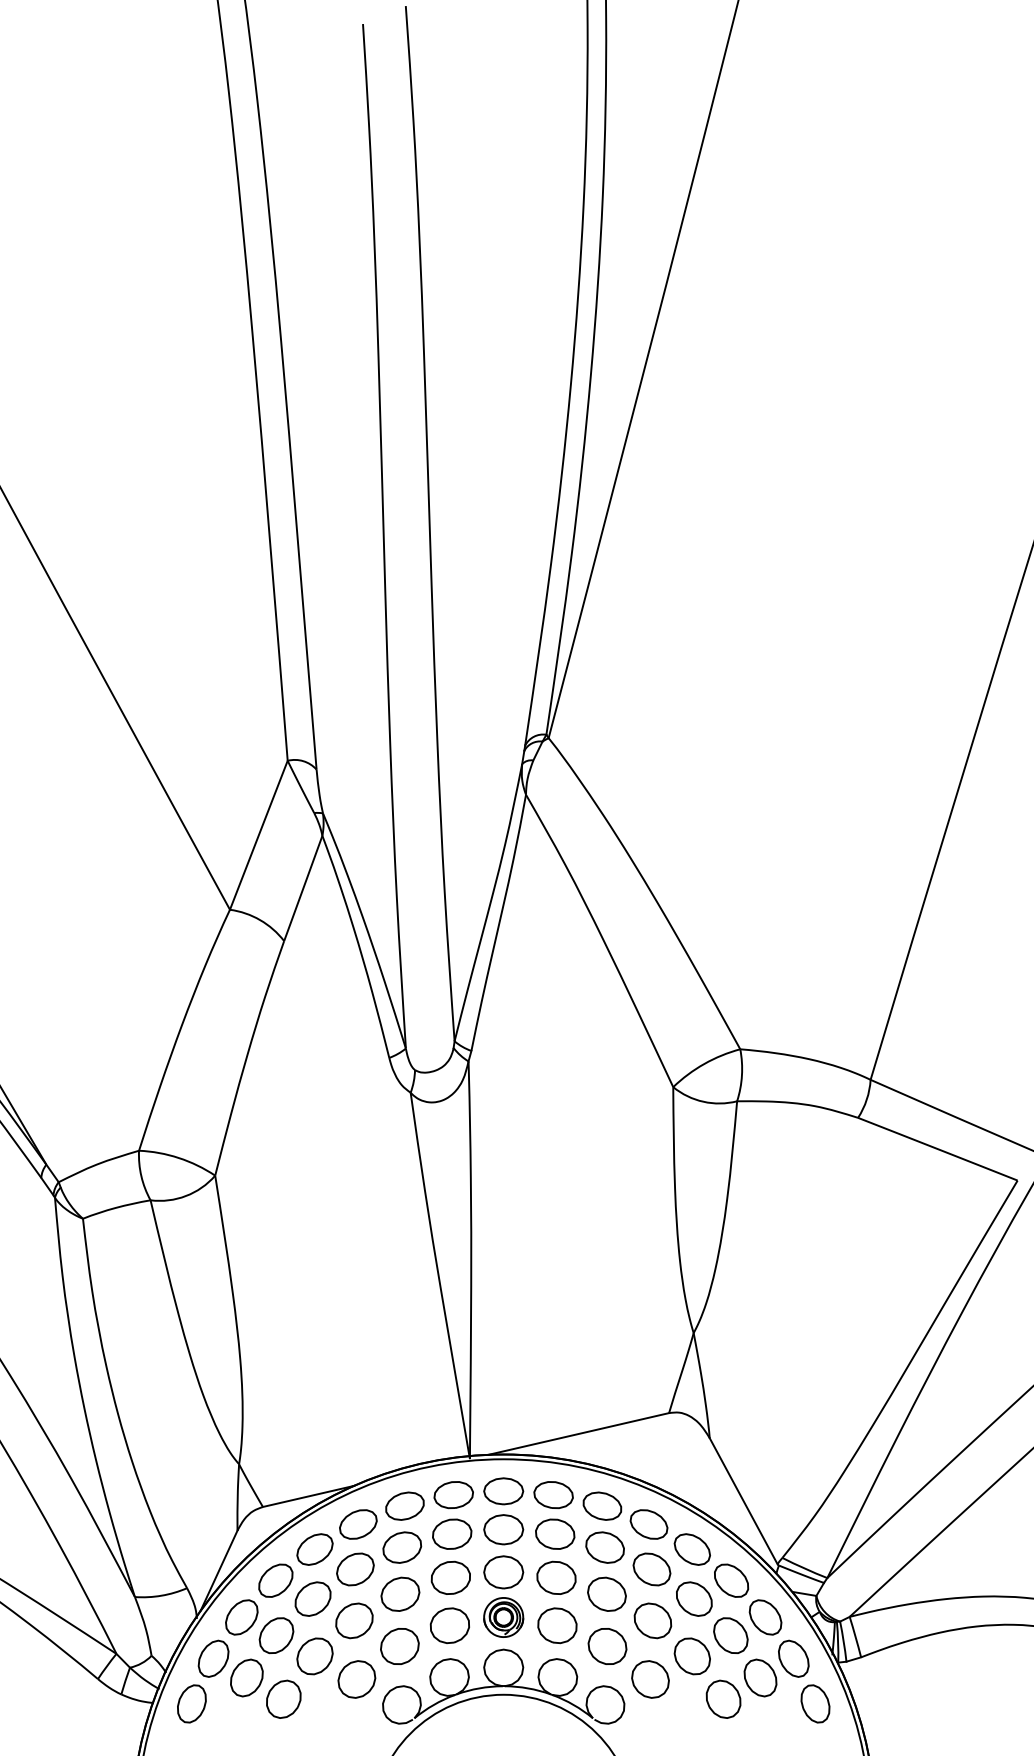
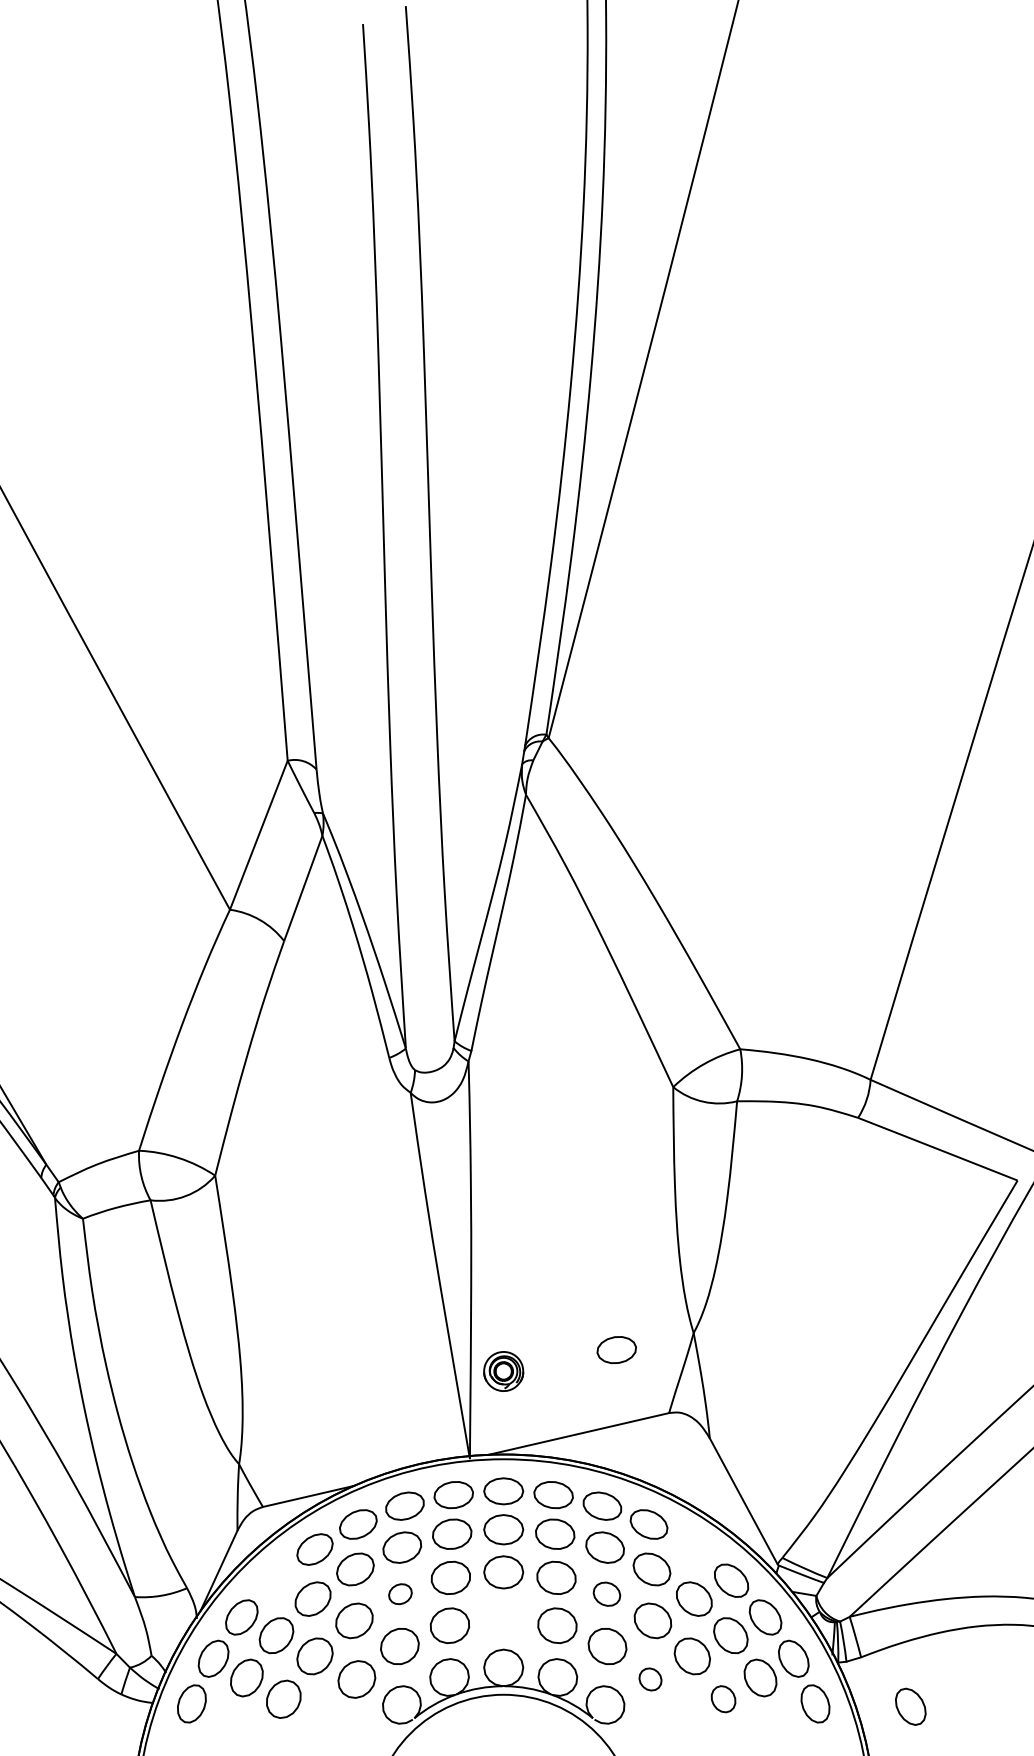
part at (616, 1350): none -> present
part at (691, 1549): present -> none
part at (275, 1580): present -> none
part at (400, 1593) size: 41x36 px -> 25x23 px
part at (606, 1593) size: 40x36 px -> 30x26 px
part at (503, 1617) position: (503, 1617) -> (503, 1371)
part at (650, 1679) size: 39x39 px -> 25x25 px
part at (723, 1698) size: 37x40 px -> 27x29 px
part at (910, 1706): none -> present
